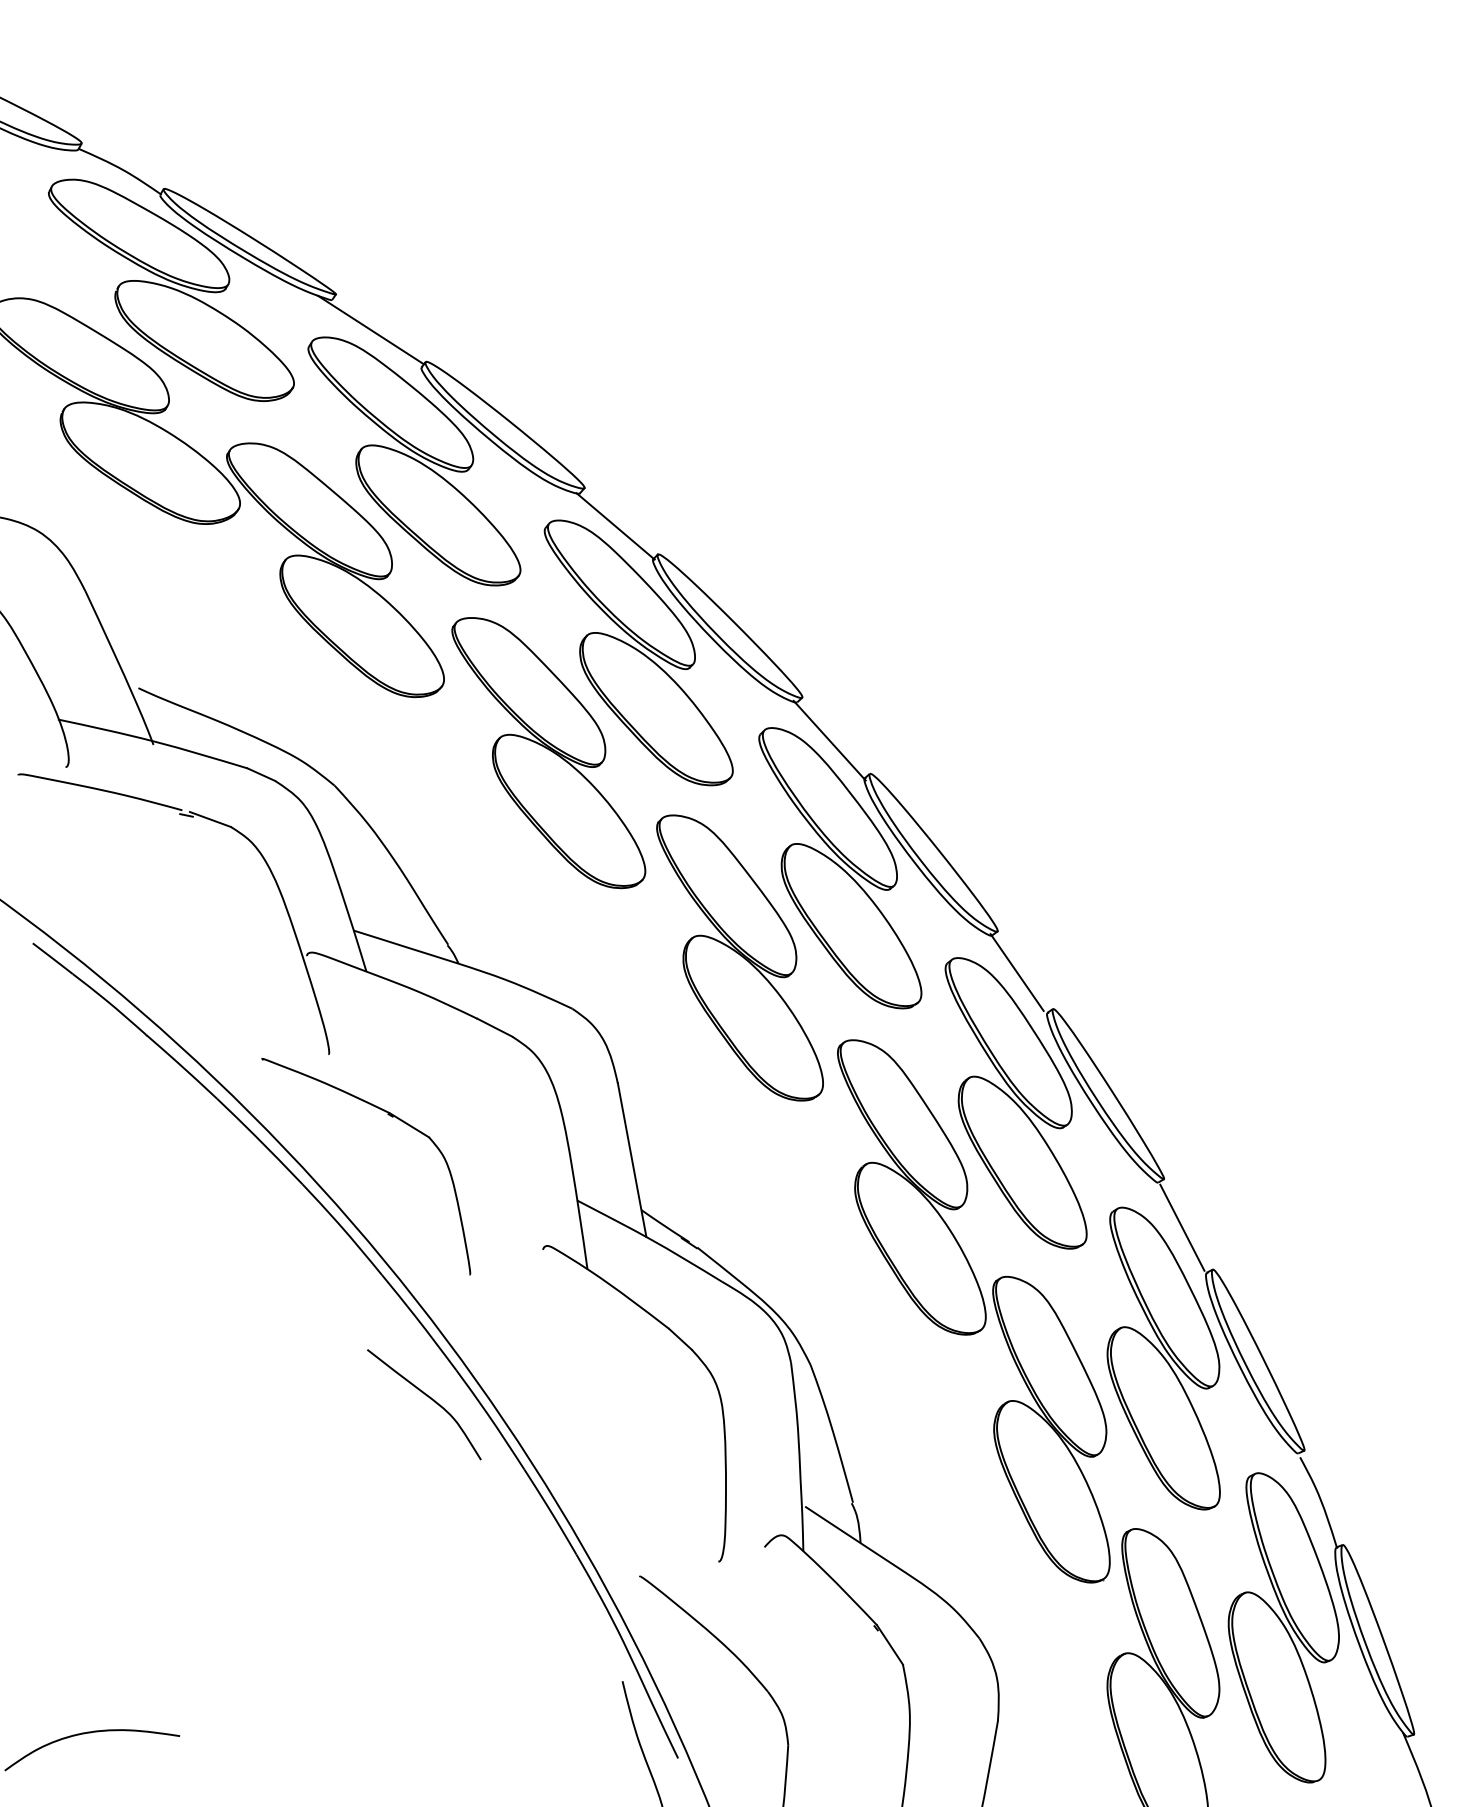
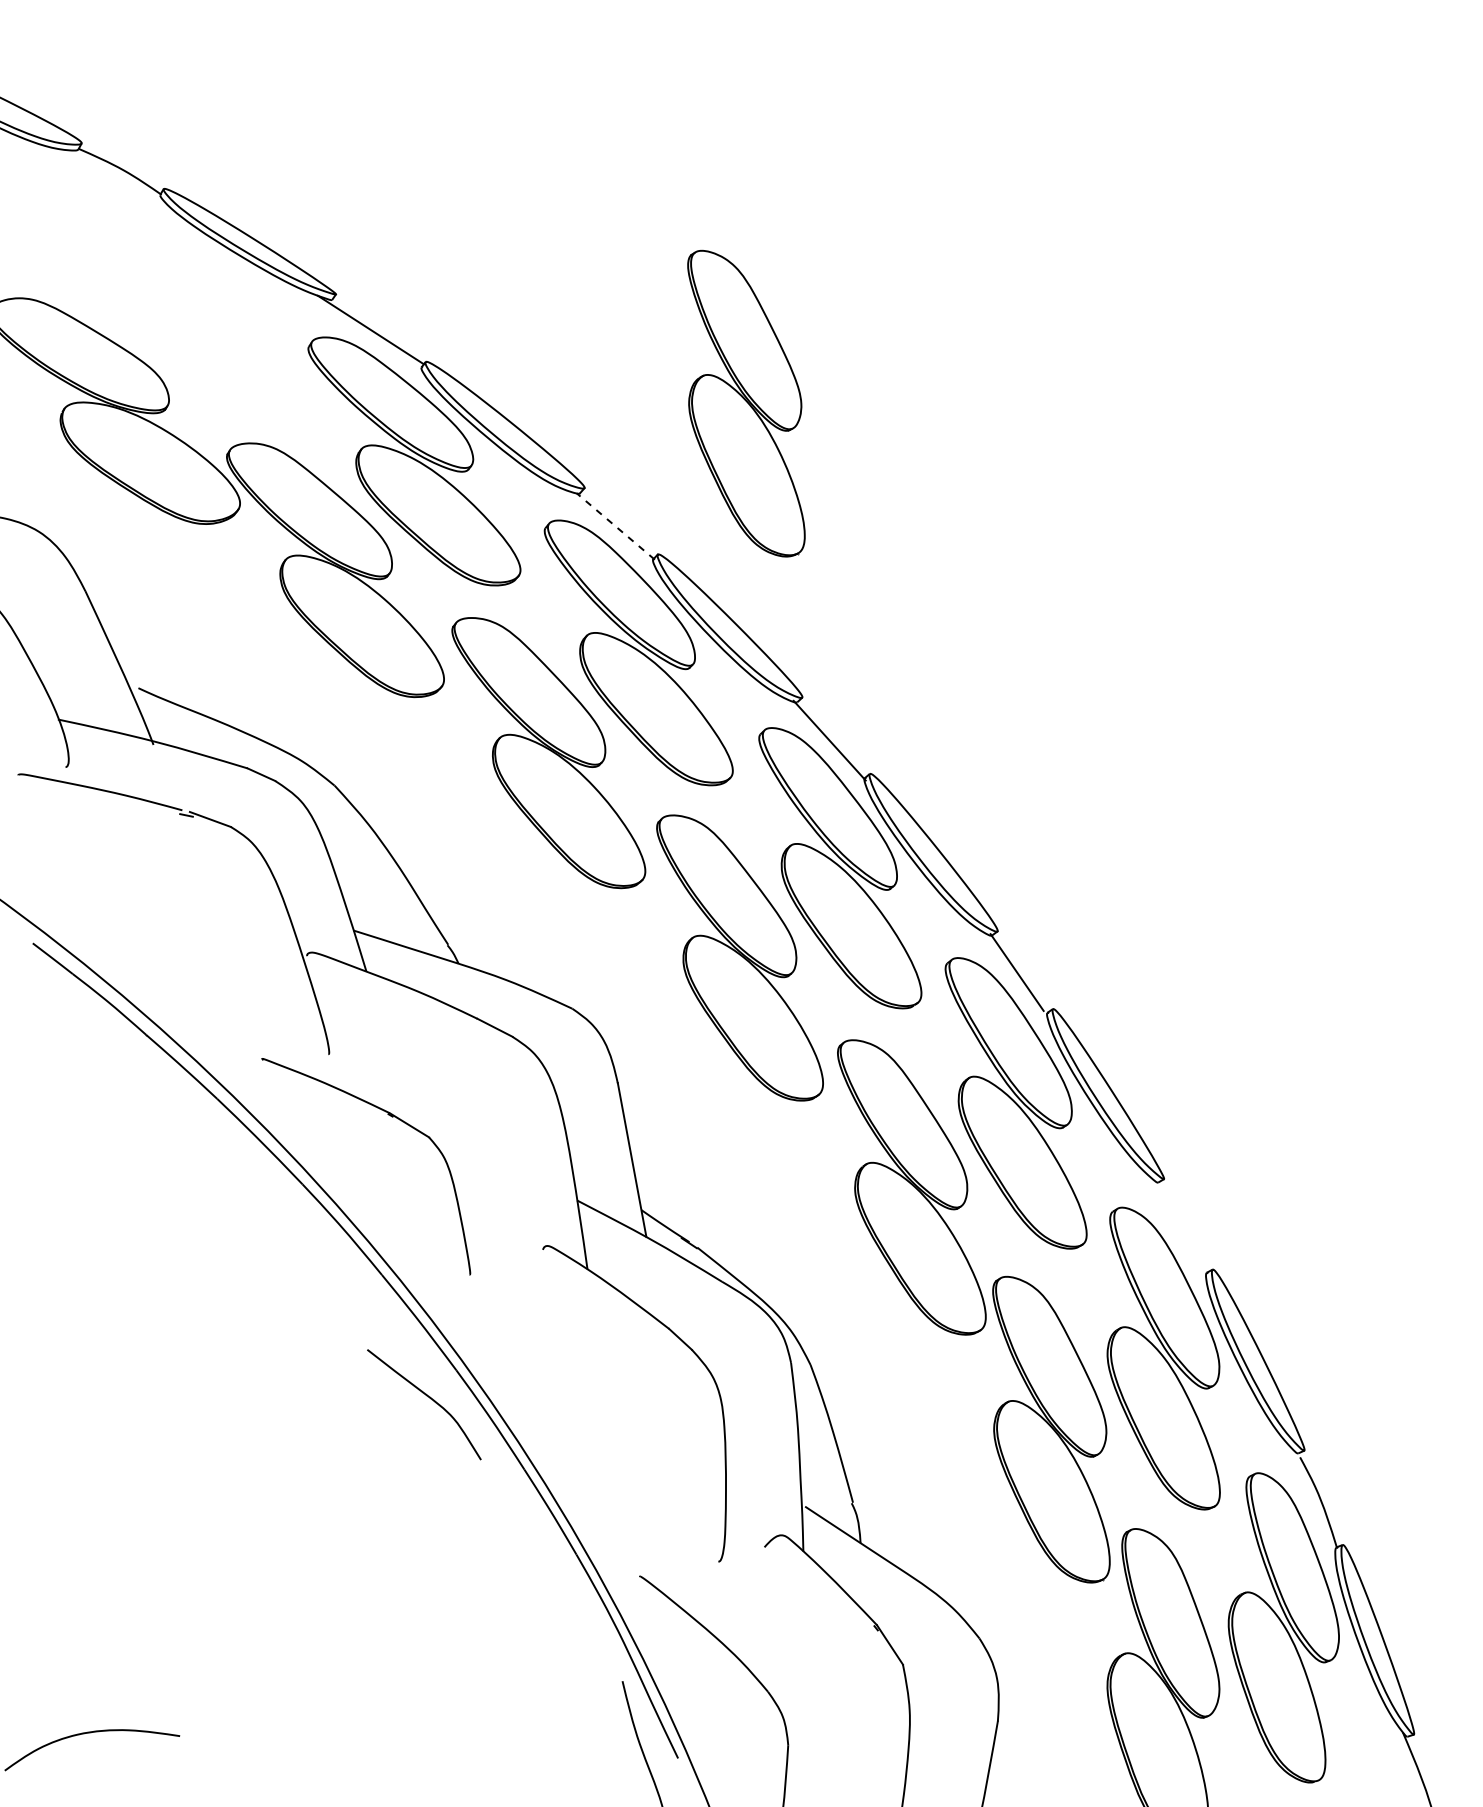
part at (171, 289): present -> none
part at (746, 403): none -> present
line at (615, 526): solid -> dashed
line at (1182, 1227): present -> none
